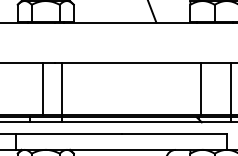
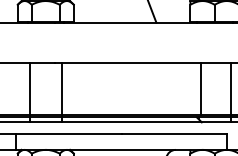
line at (42, 89) position: (42, 89) -> (29, 89)
